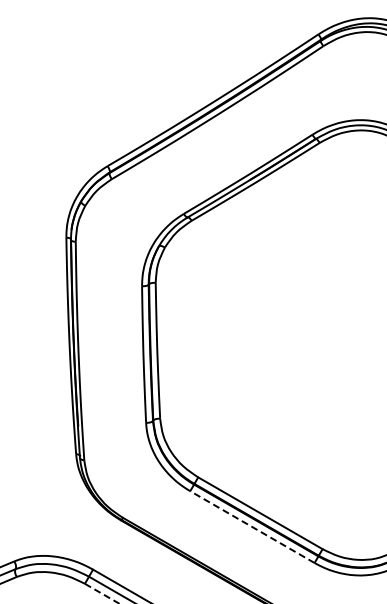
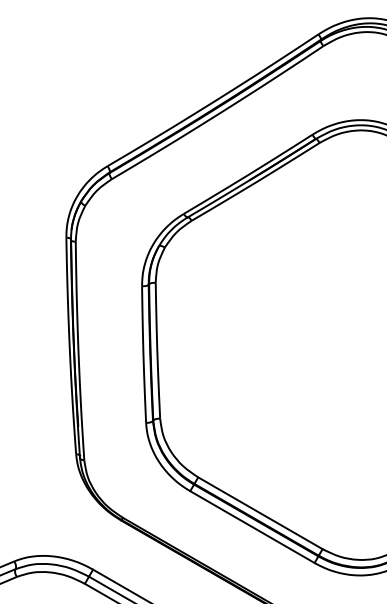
line at (252, 527): dashed -> solid
line at (102, 593): dashed -> solid
